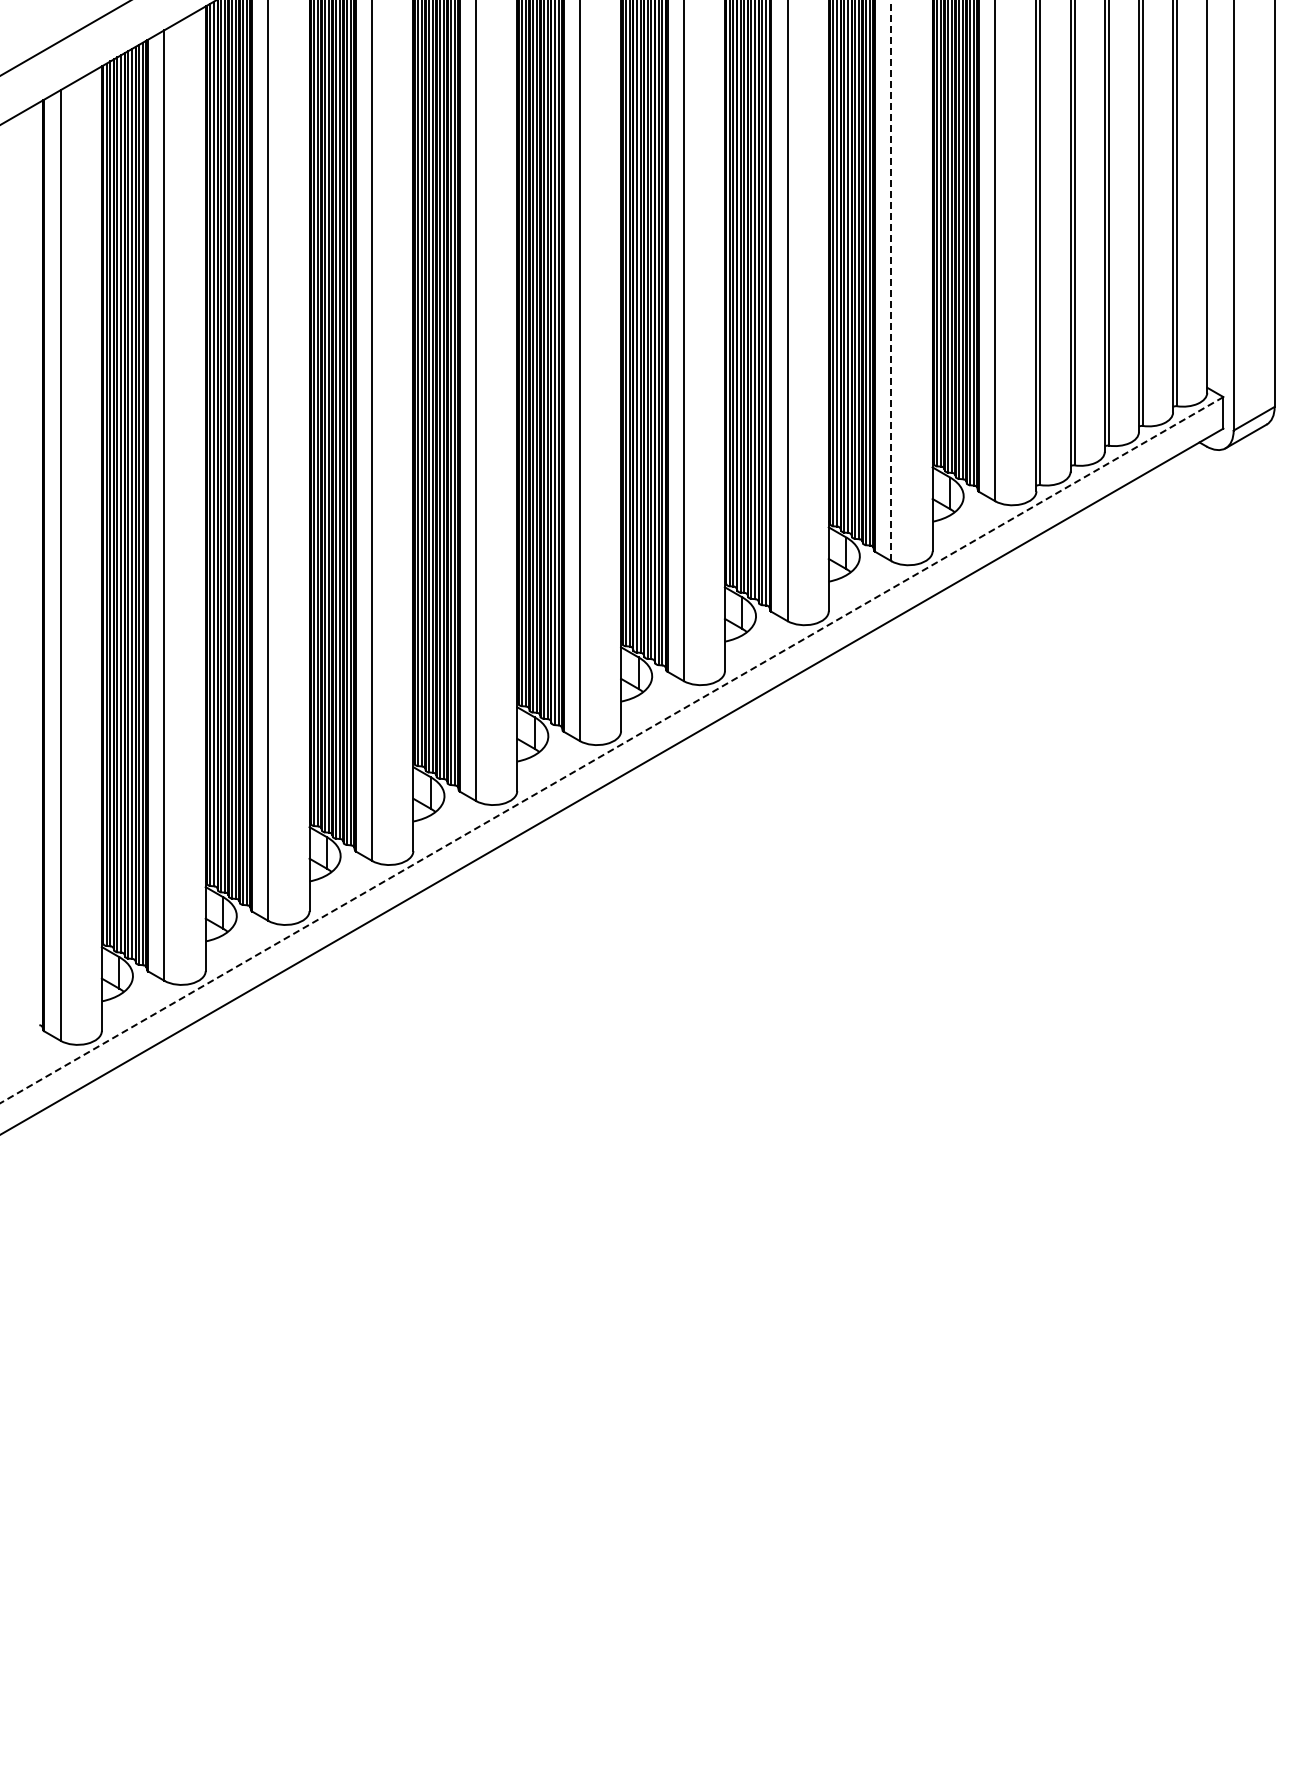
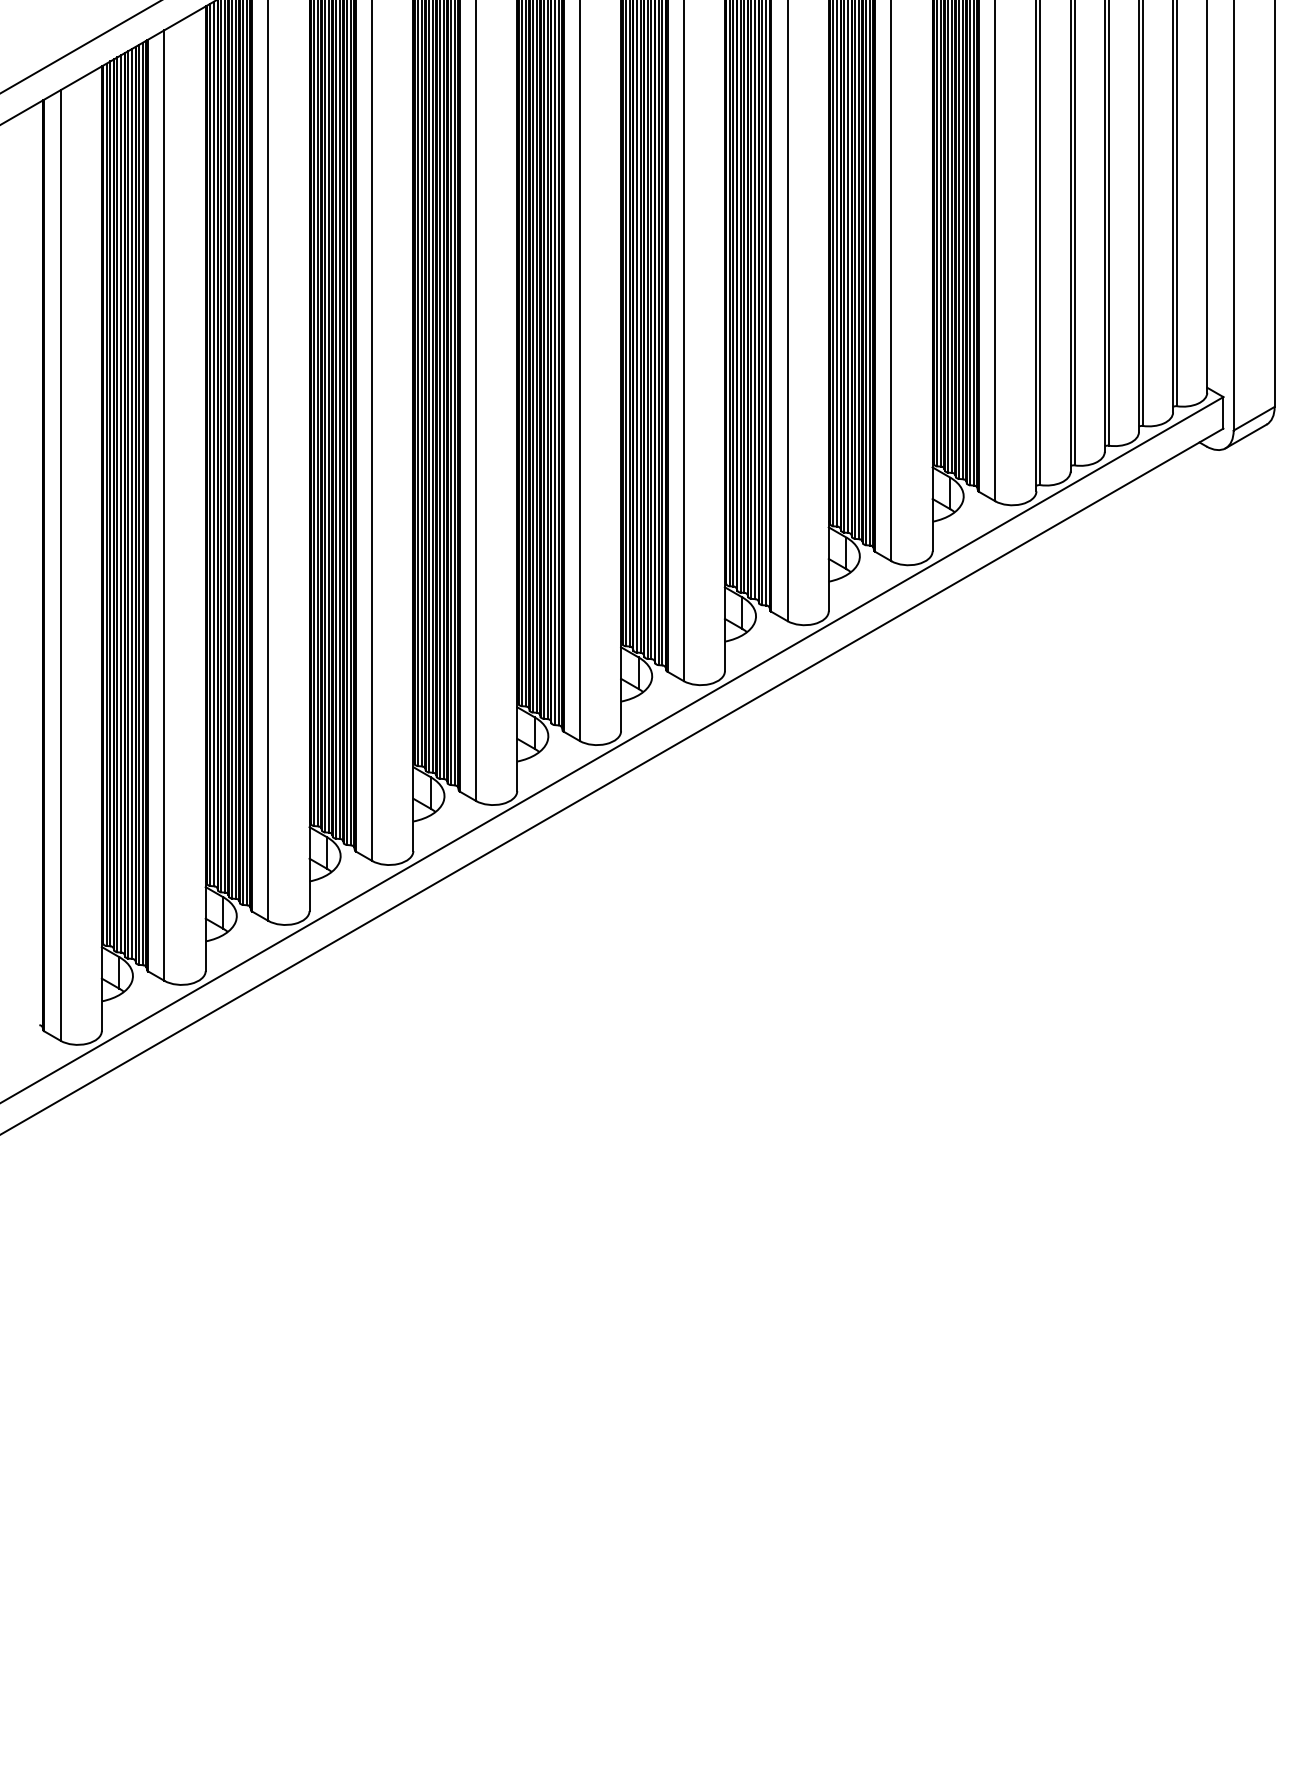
line at (64, 38) position: (64, 38) -> (80, 47)
line at (891, 280): dashed -> solid
line at (612, 750): dashed -> solid
